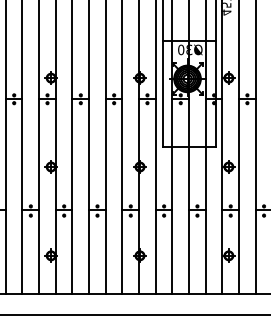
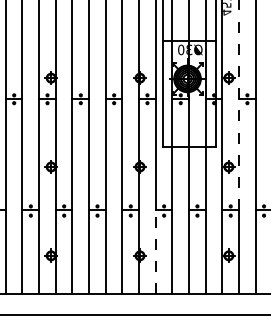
line at (238, 104): solid -> dashed
line at (155, 251): solid -> dashed
